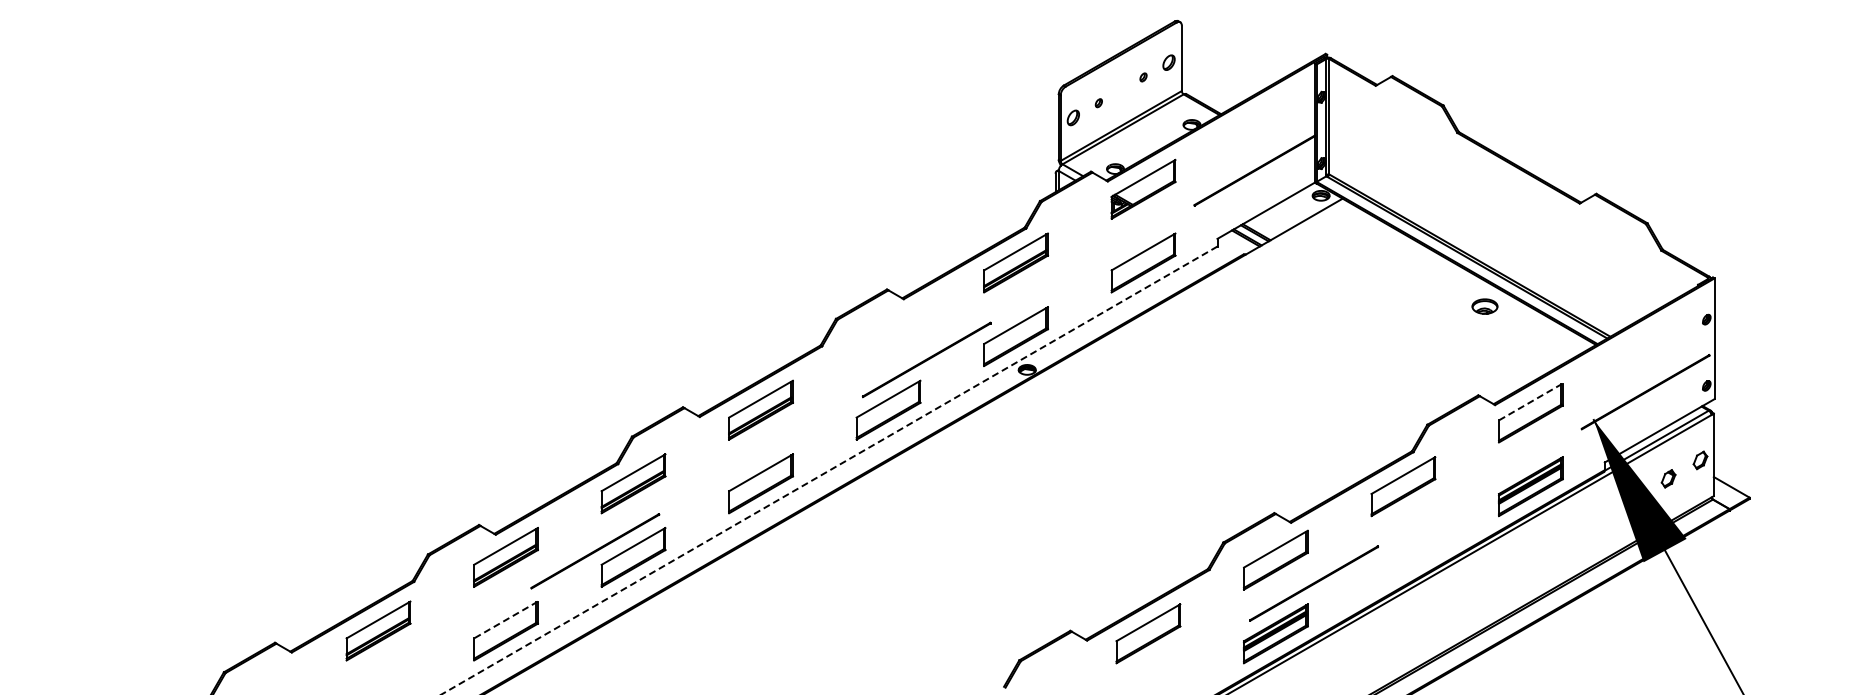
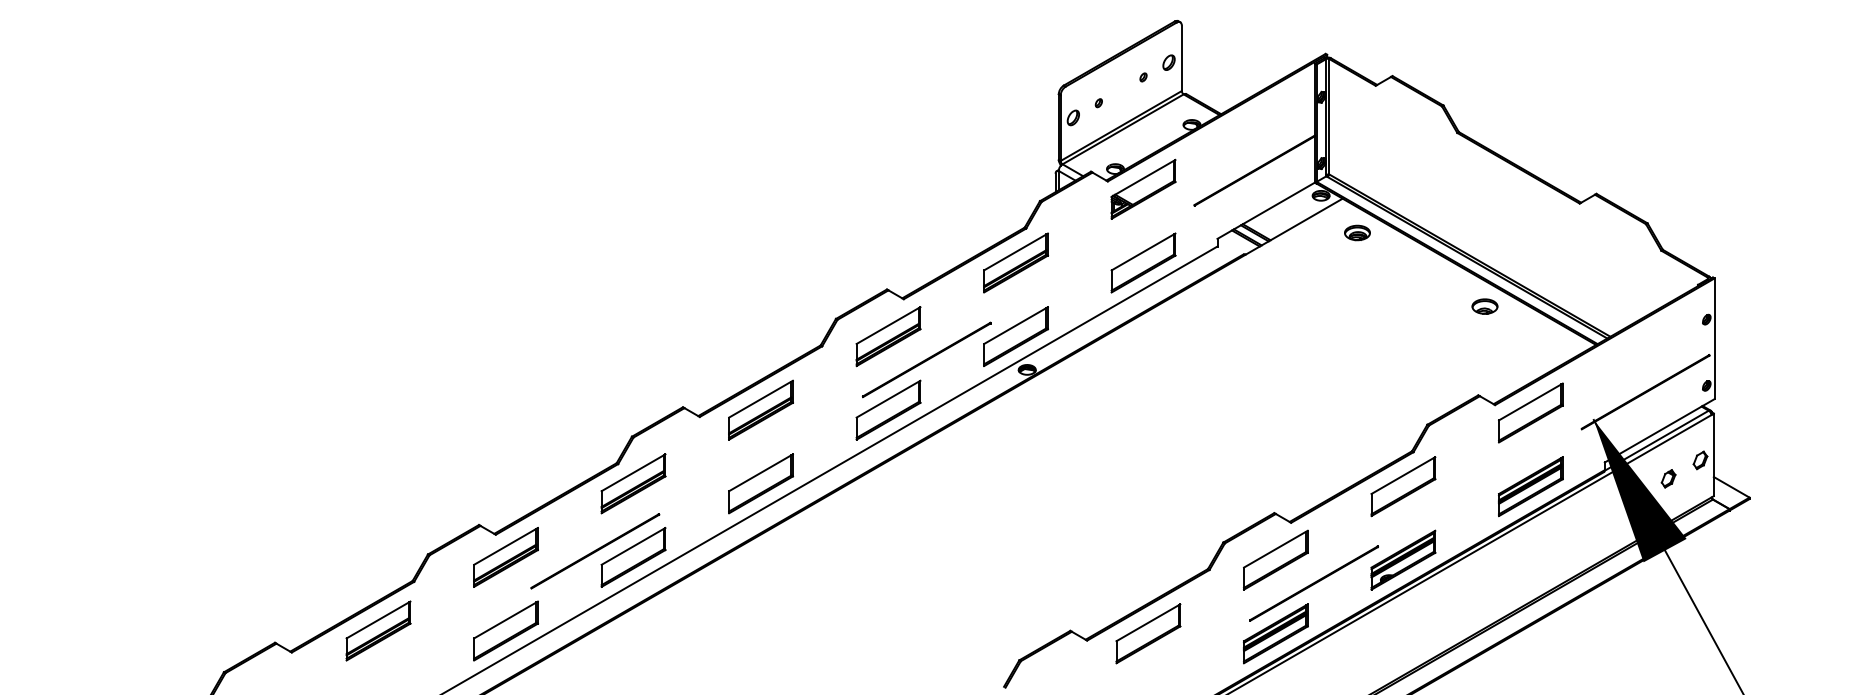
part at (1357, 232): none -> present
part at (888, 336): none -> present
line at (1530, 401): dashed -> solid
line at (828, 471): dashed -> solid
part at (1403, 559): none -> present
line at (506, 620): dashed -> solid
